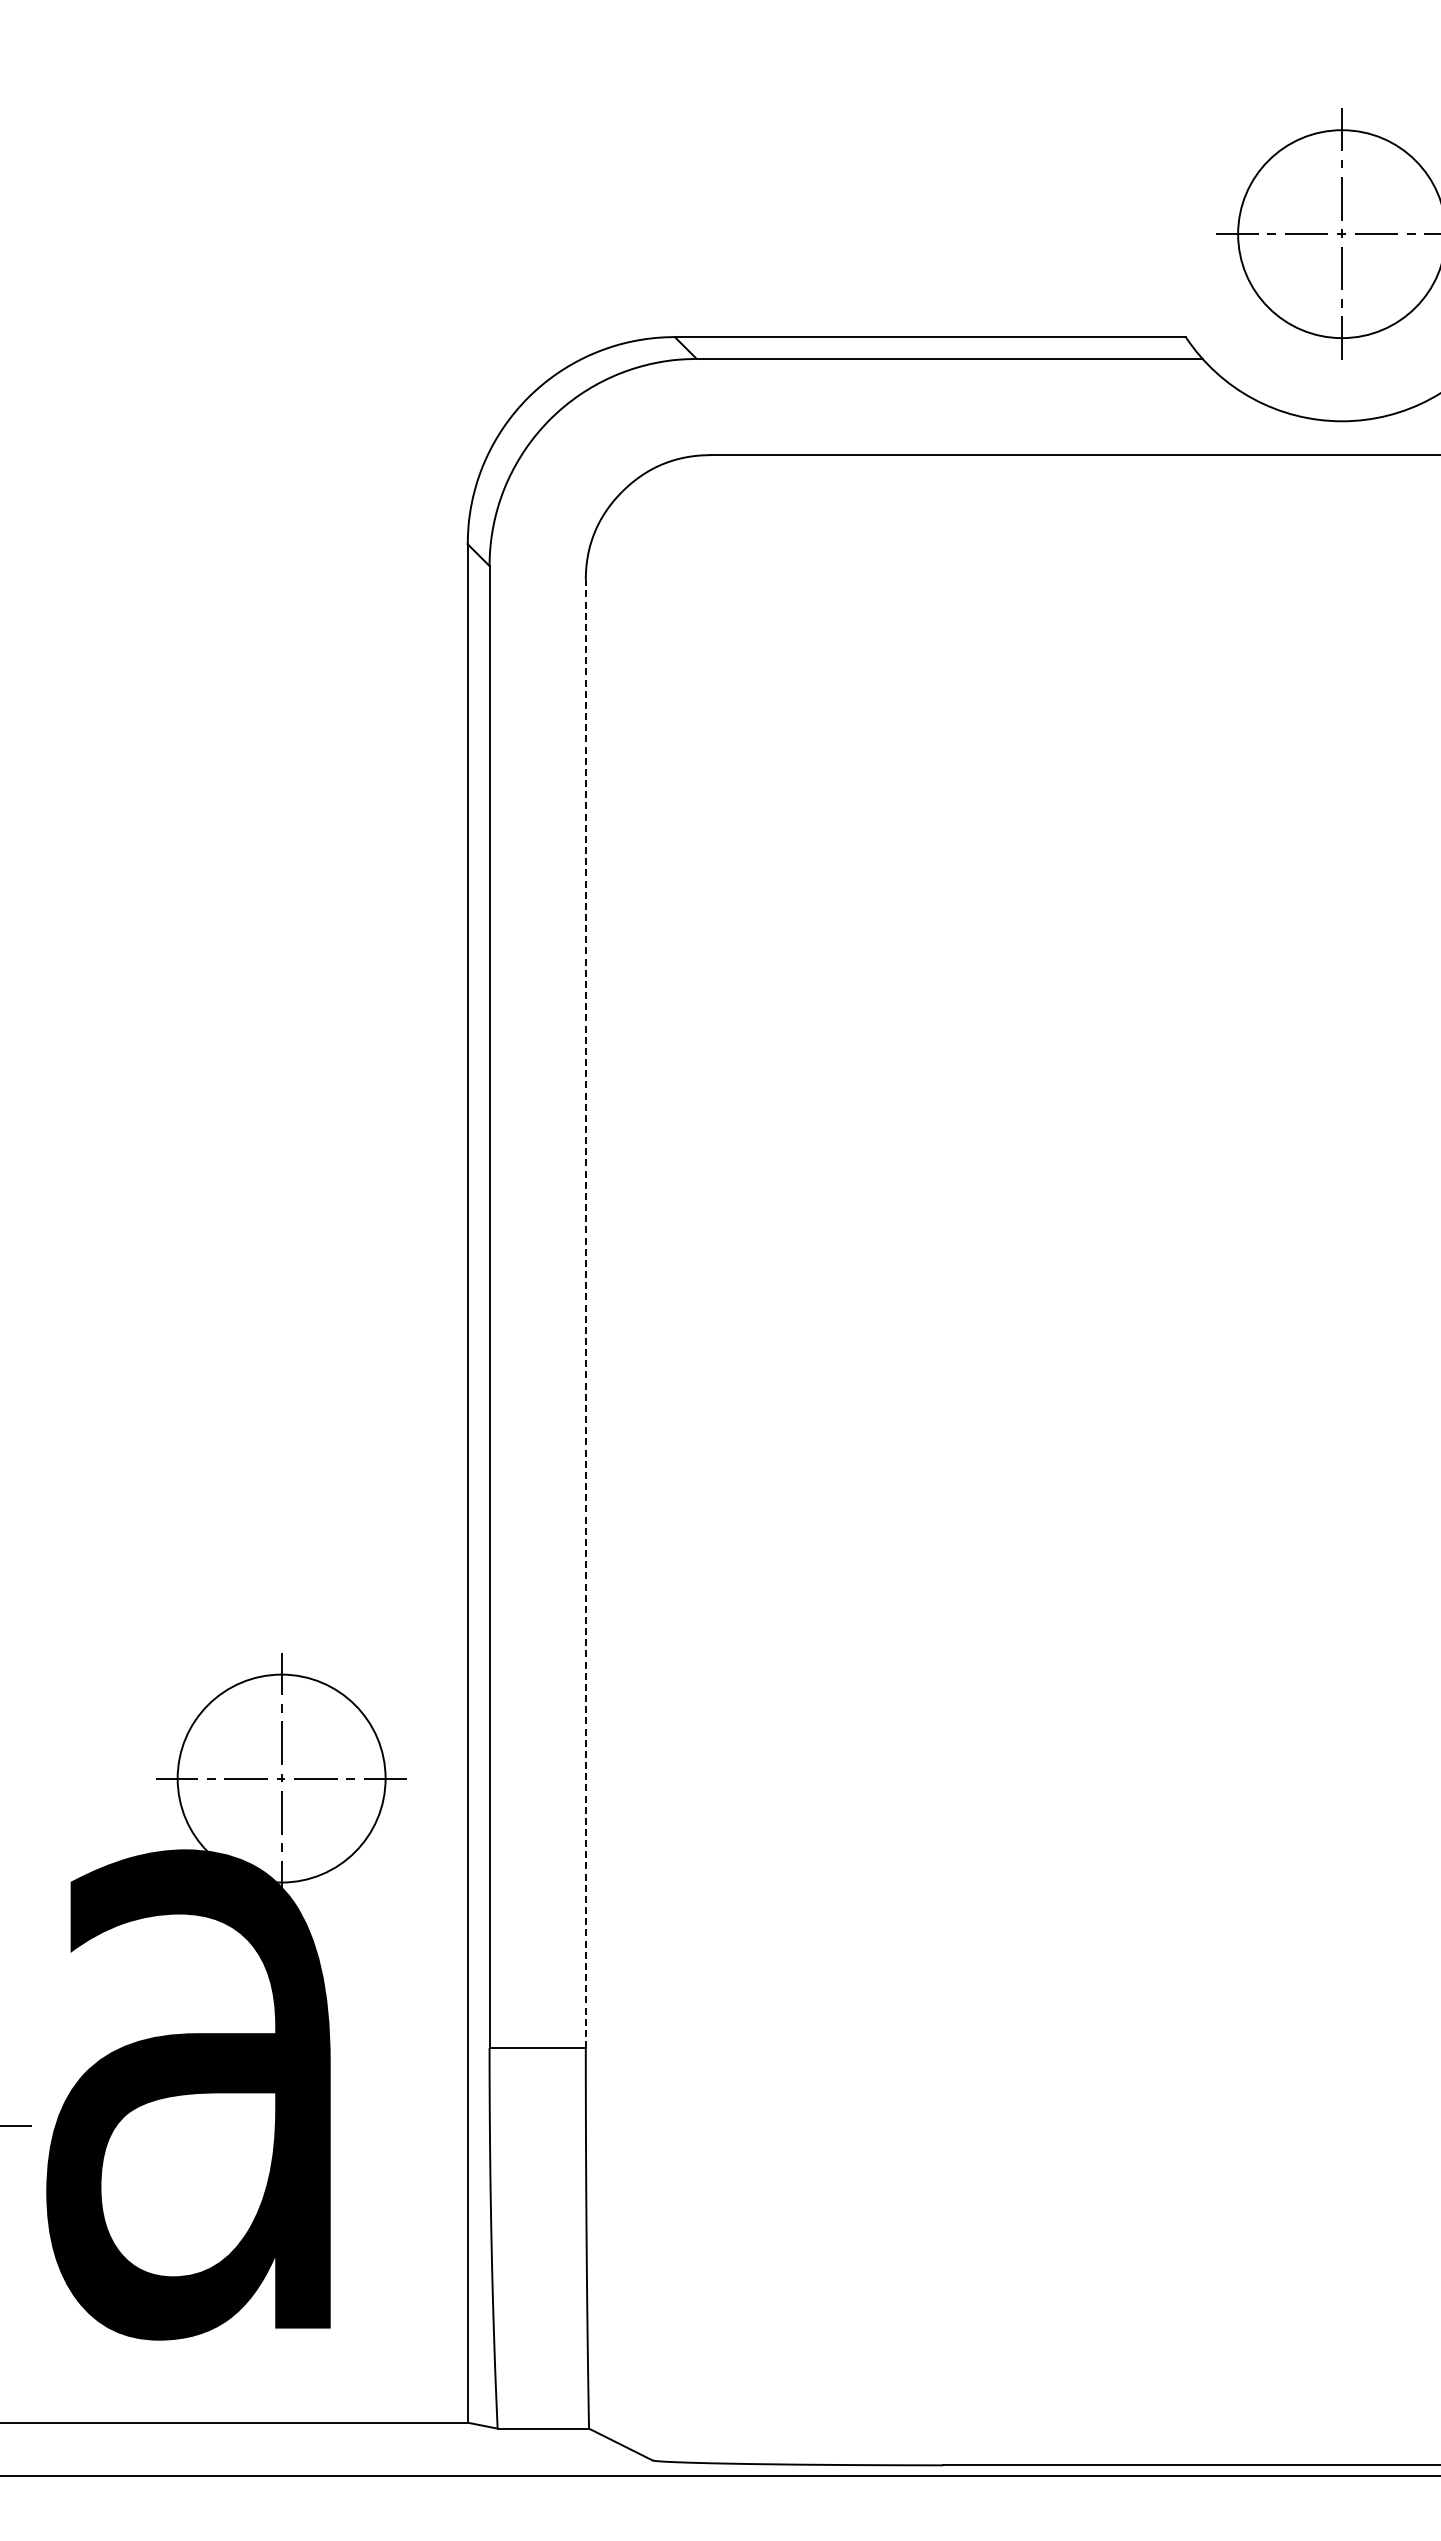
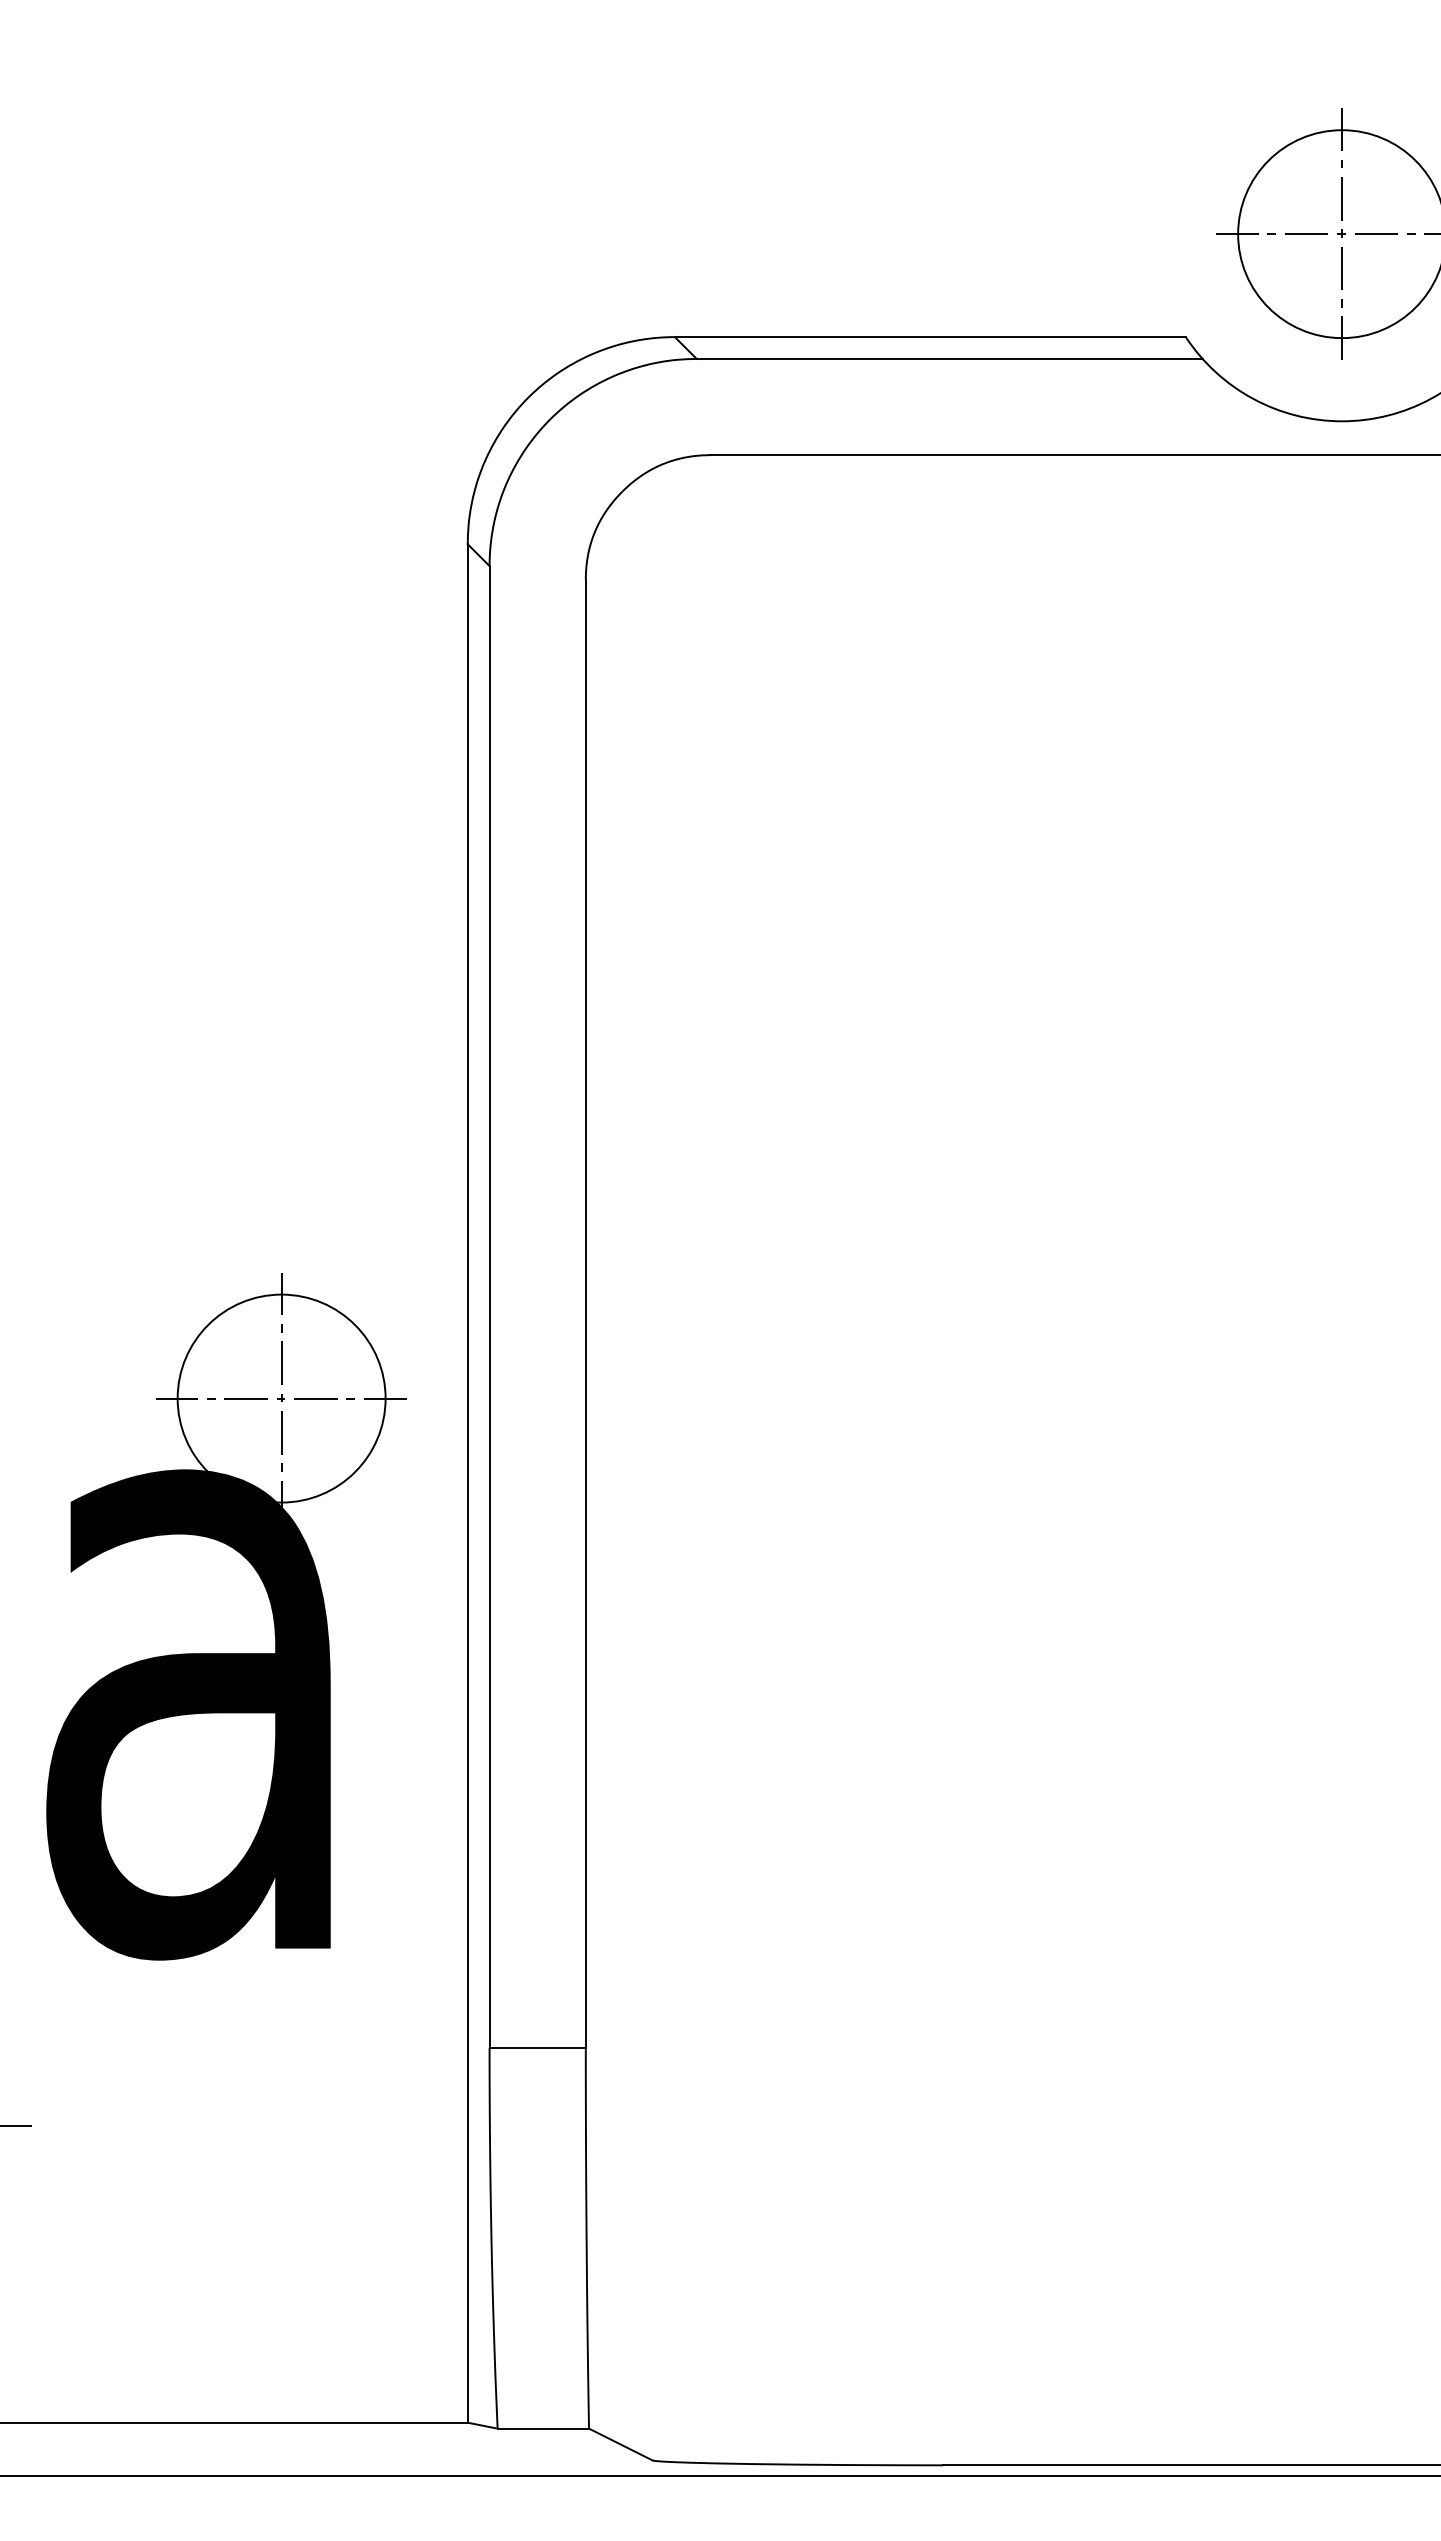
line at (585, 1313): dashed -> solid
part at (226, 2033) position: (226, 2033) -> (226, 1653)
